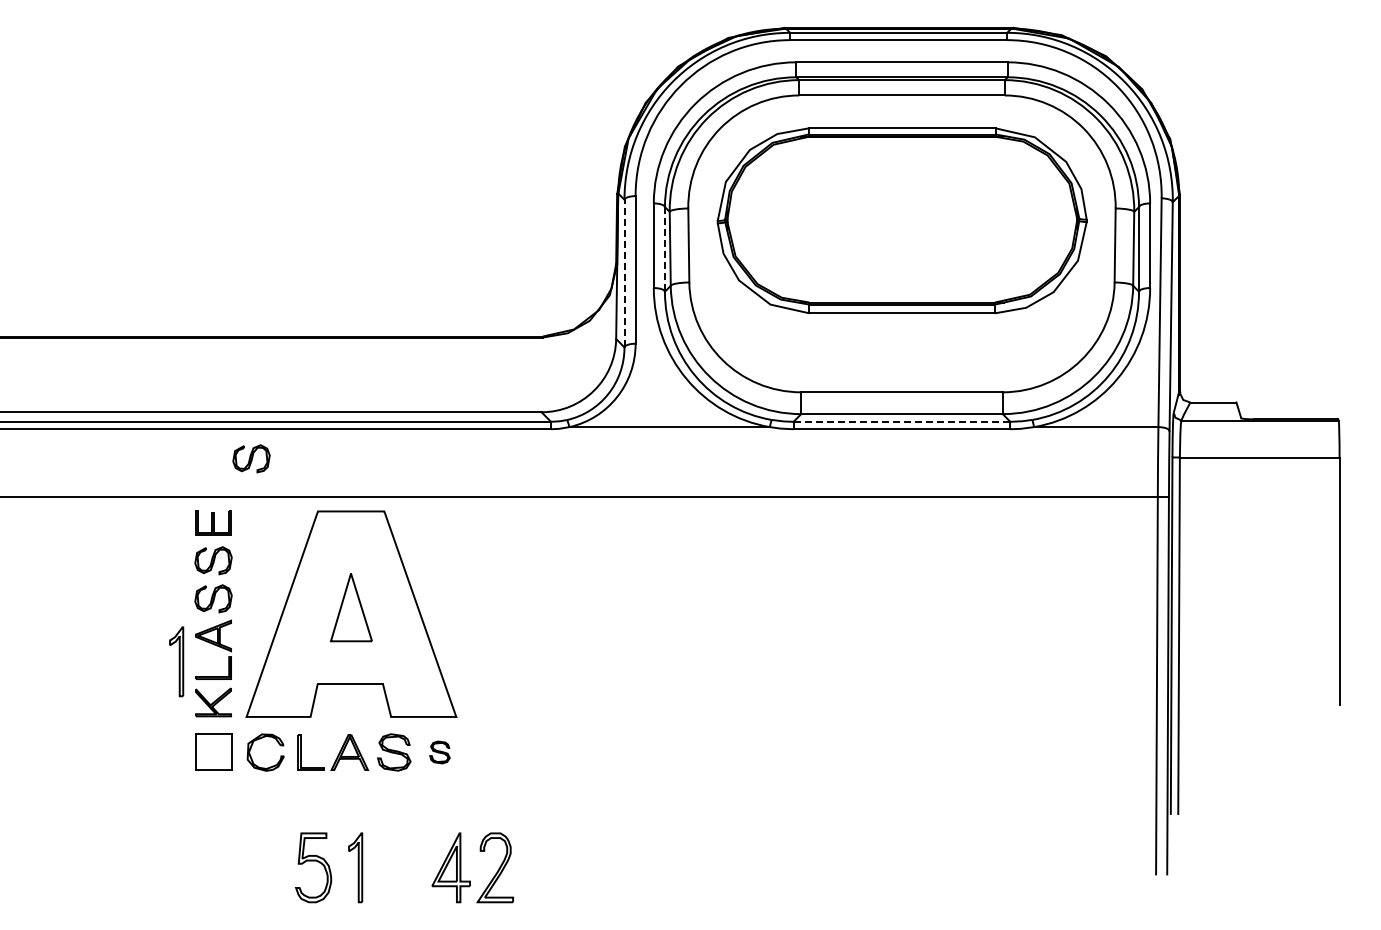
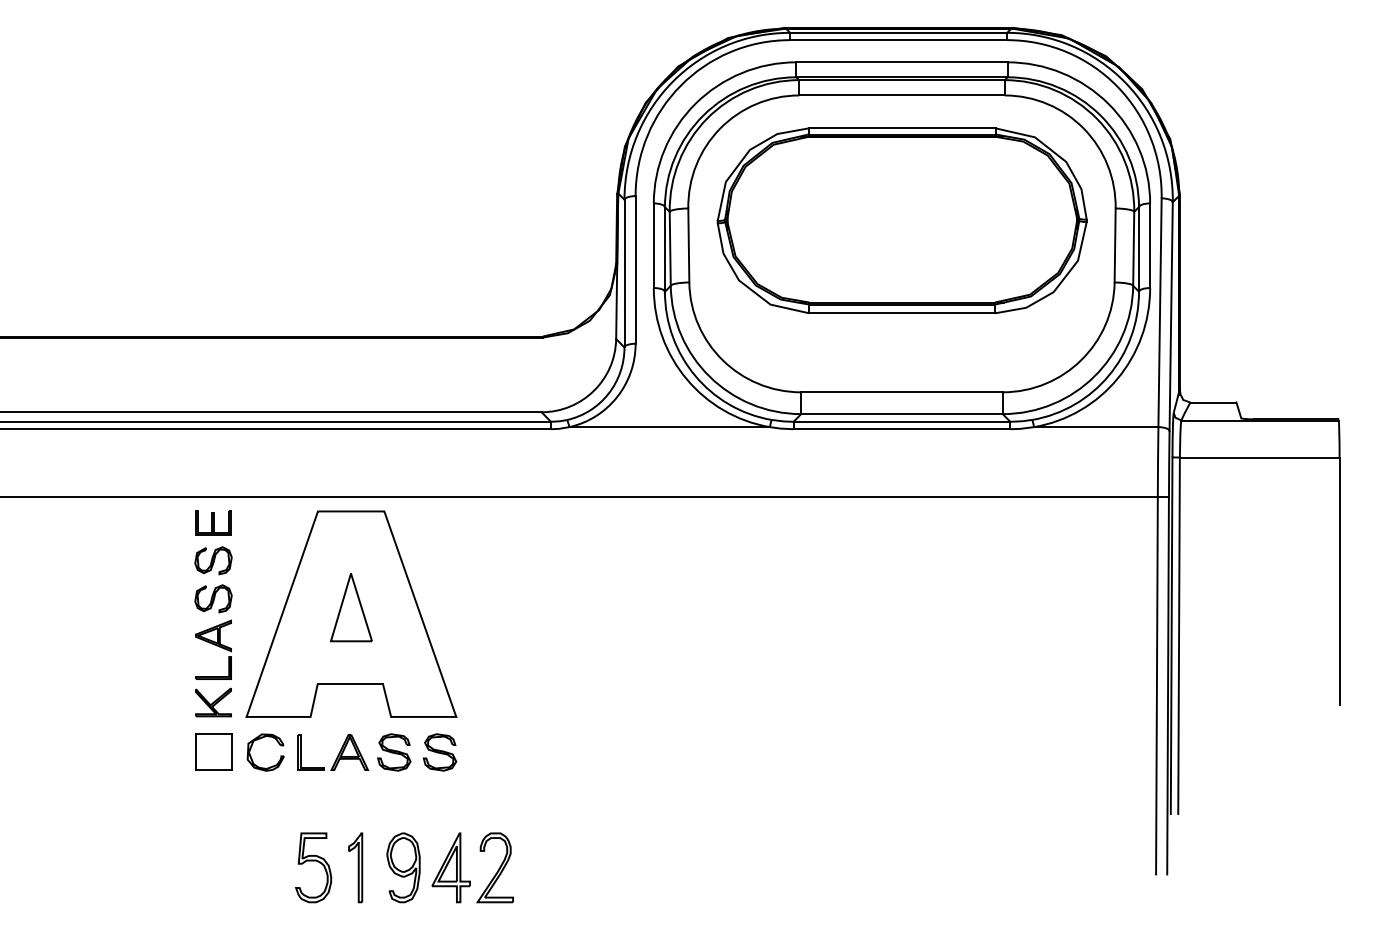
line at (664, 249): dashed -> solid
line at (624, 273): dashed -> solid
line at (902, 421): dashed -> solid
part at (251, 458): present -> none
part at (176, 661): present -> none
part at (439, 752) size: 22x25 px -> 36x39 px
part at (403, 867): none -> present
